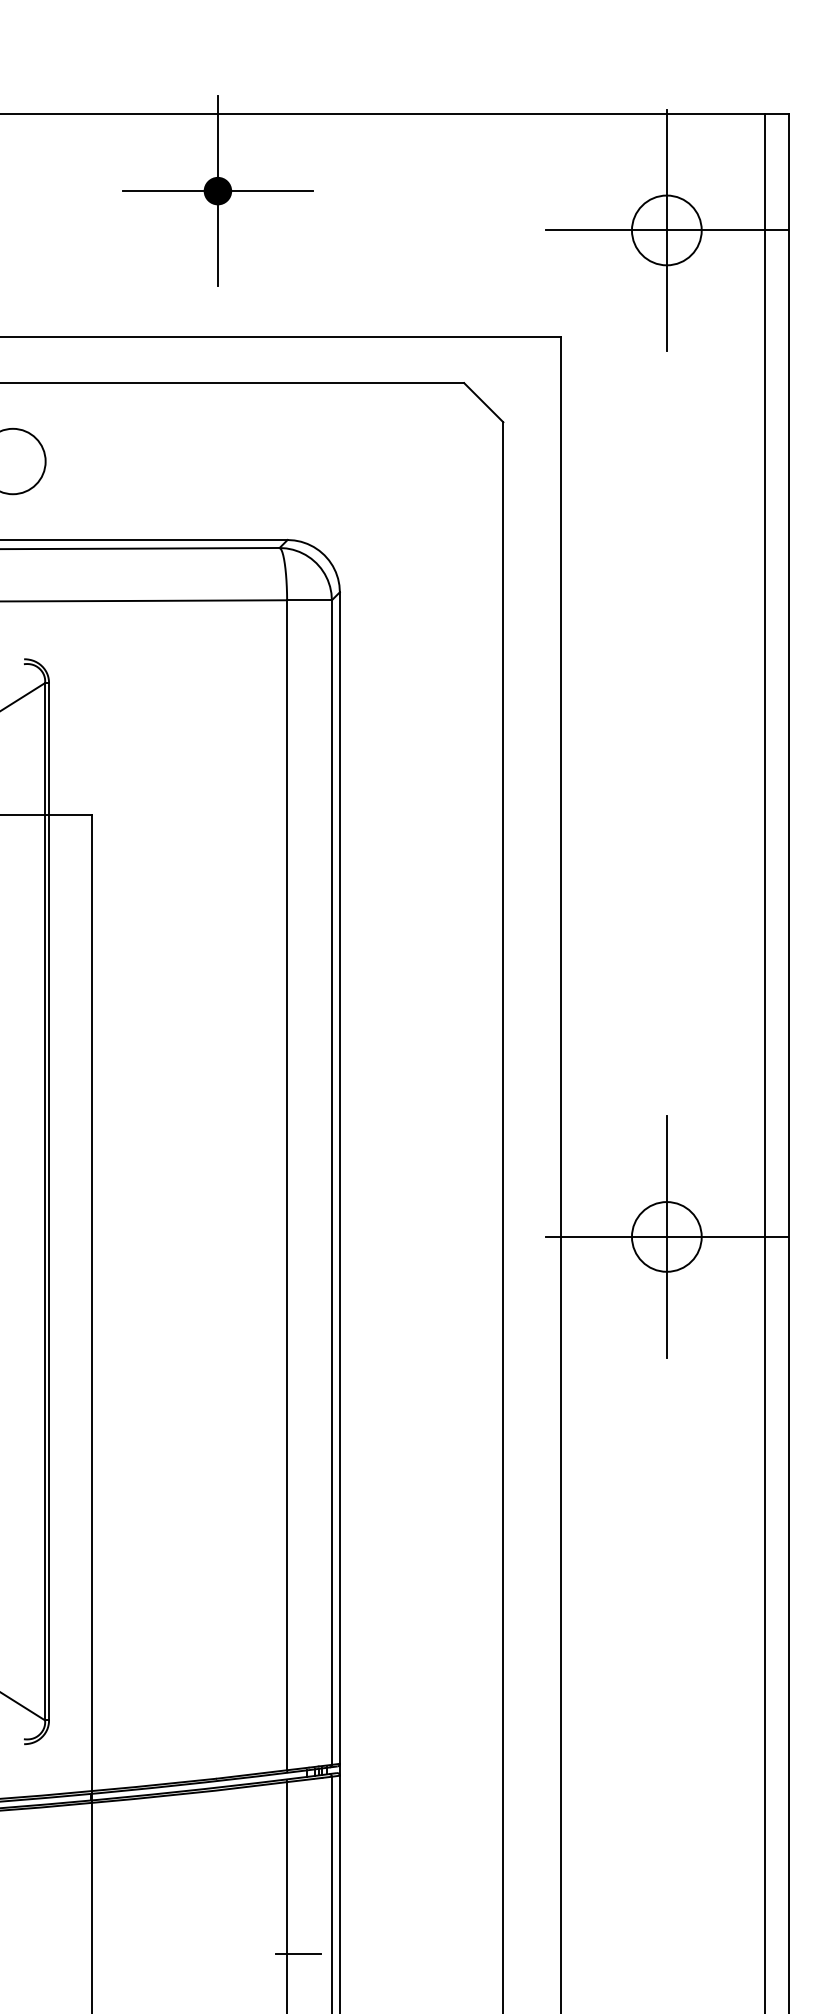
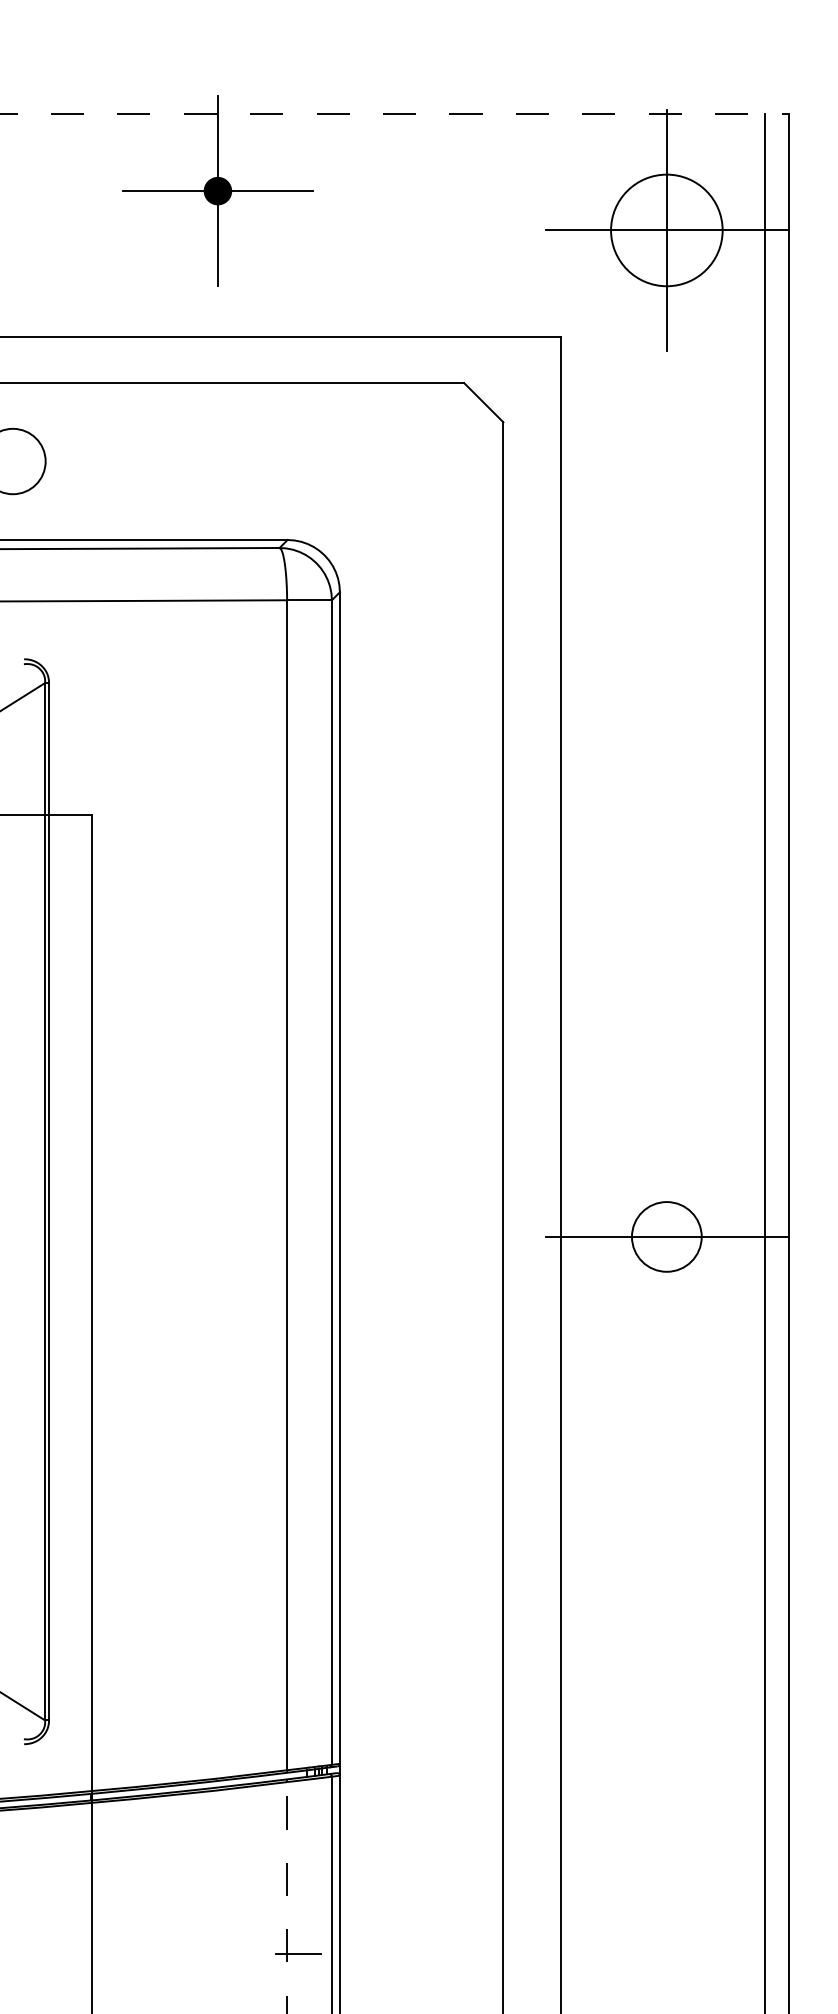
line at (395, 114): solid -> dashed
circle at (666, 230) diameter: 70 px -> 112 px
line at (666, 1236): present -> none
line at (287, 1897): solid -> dashed
